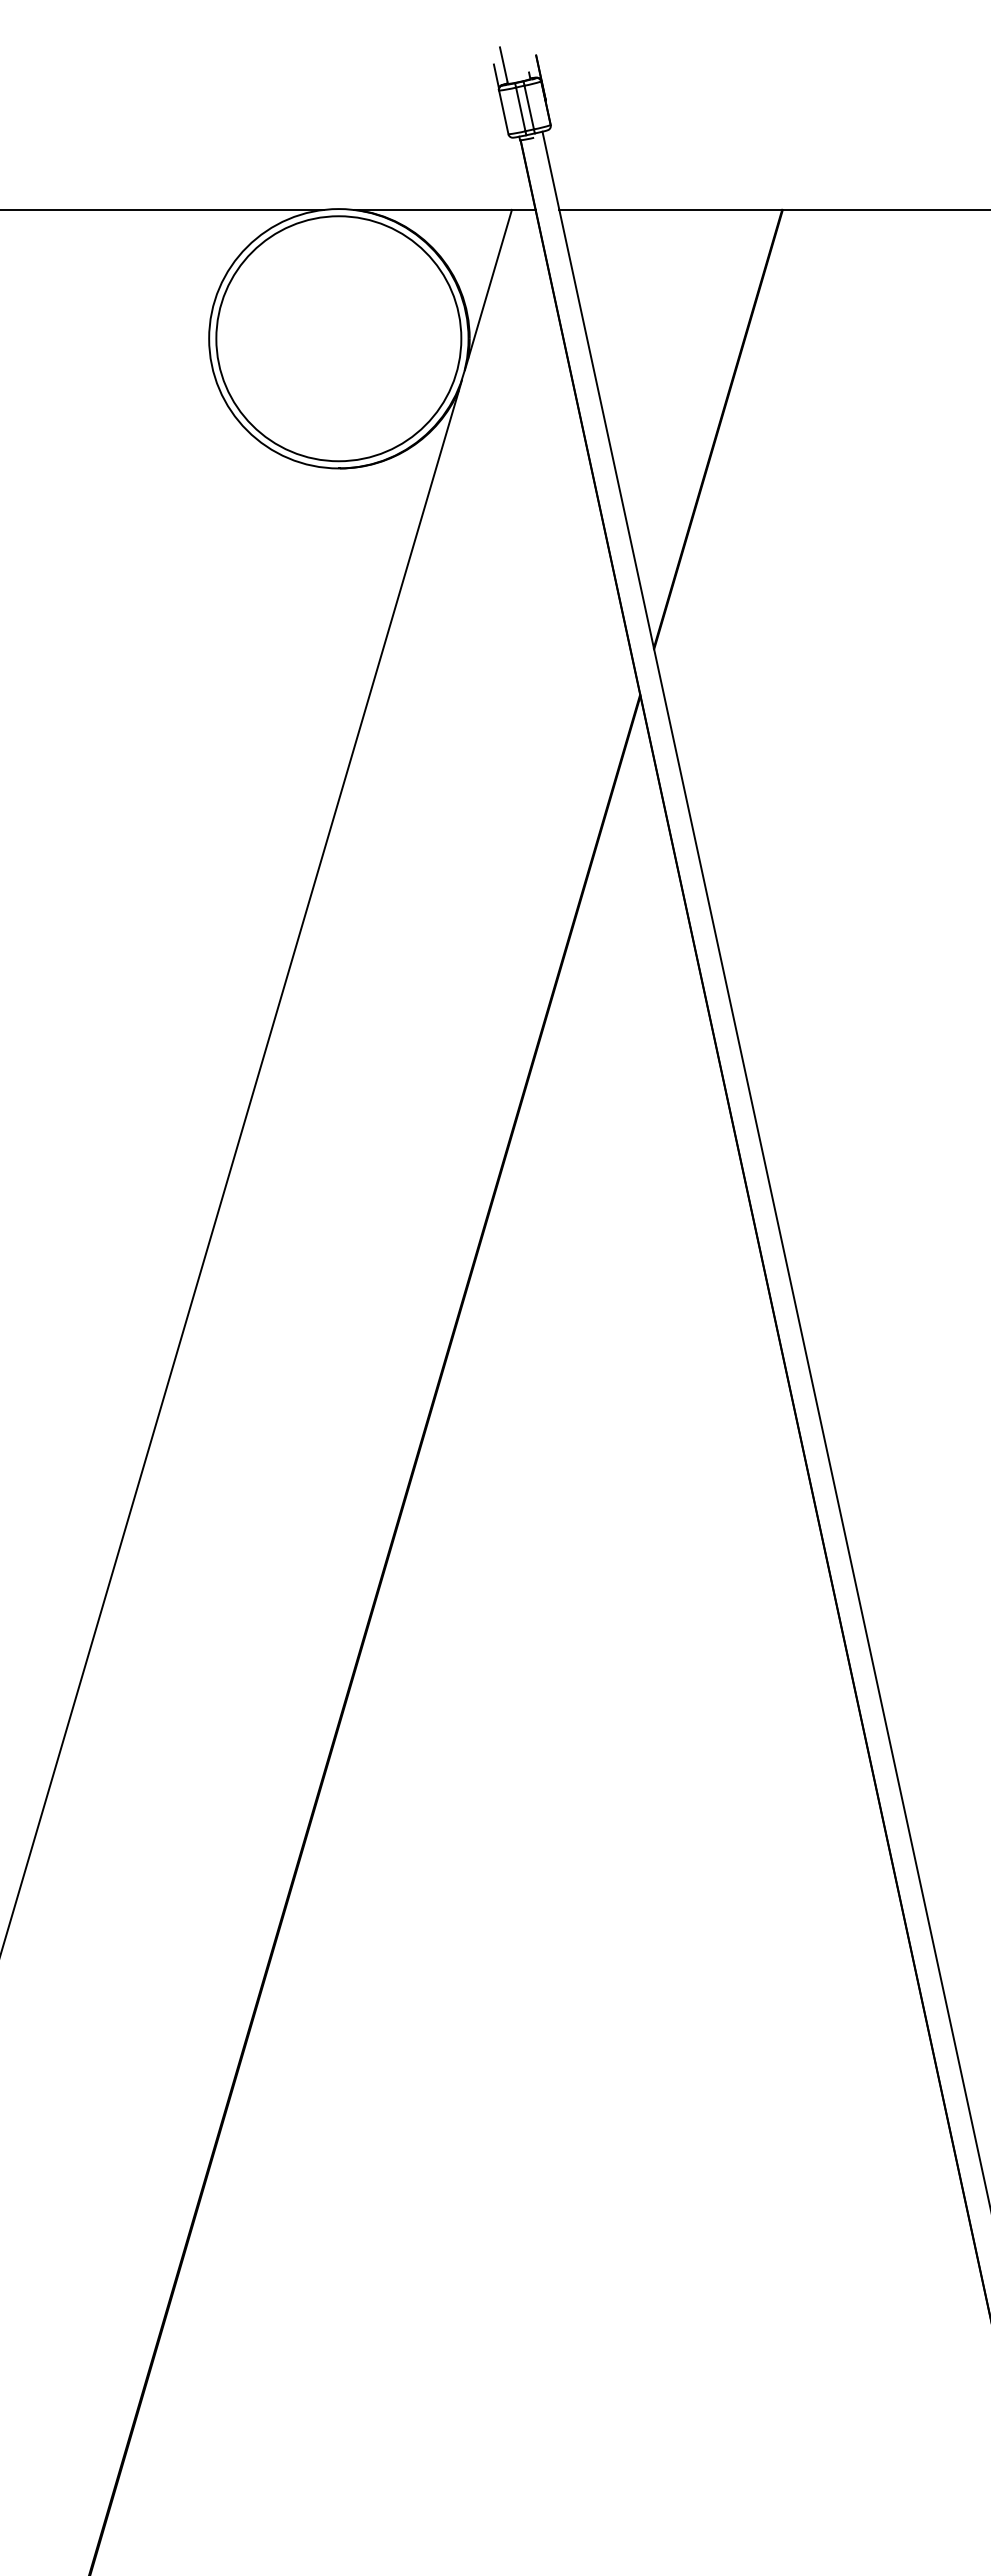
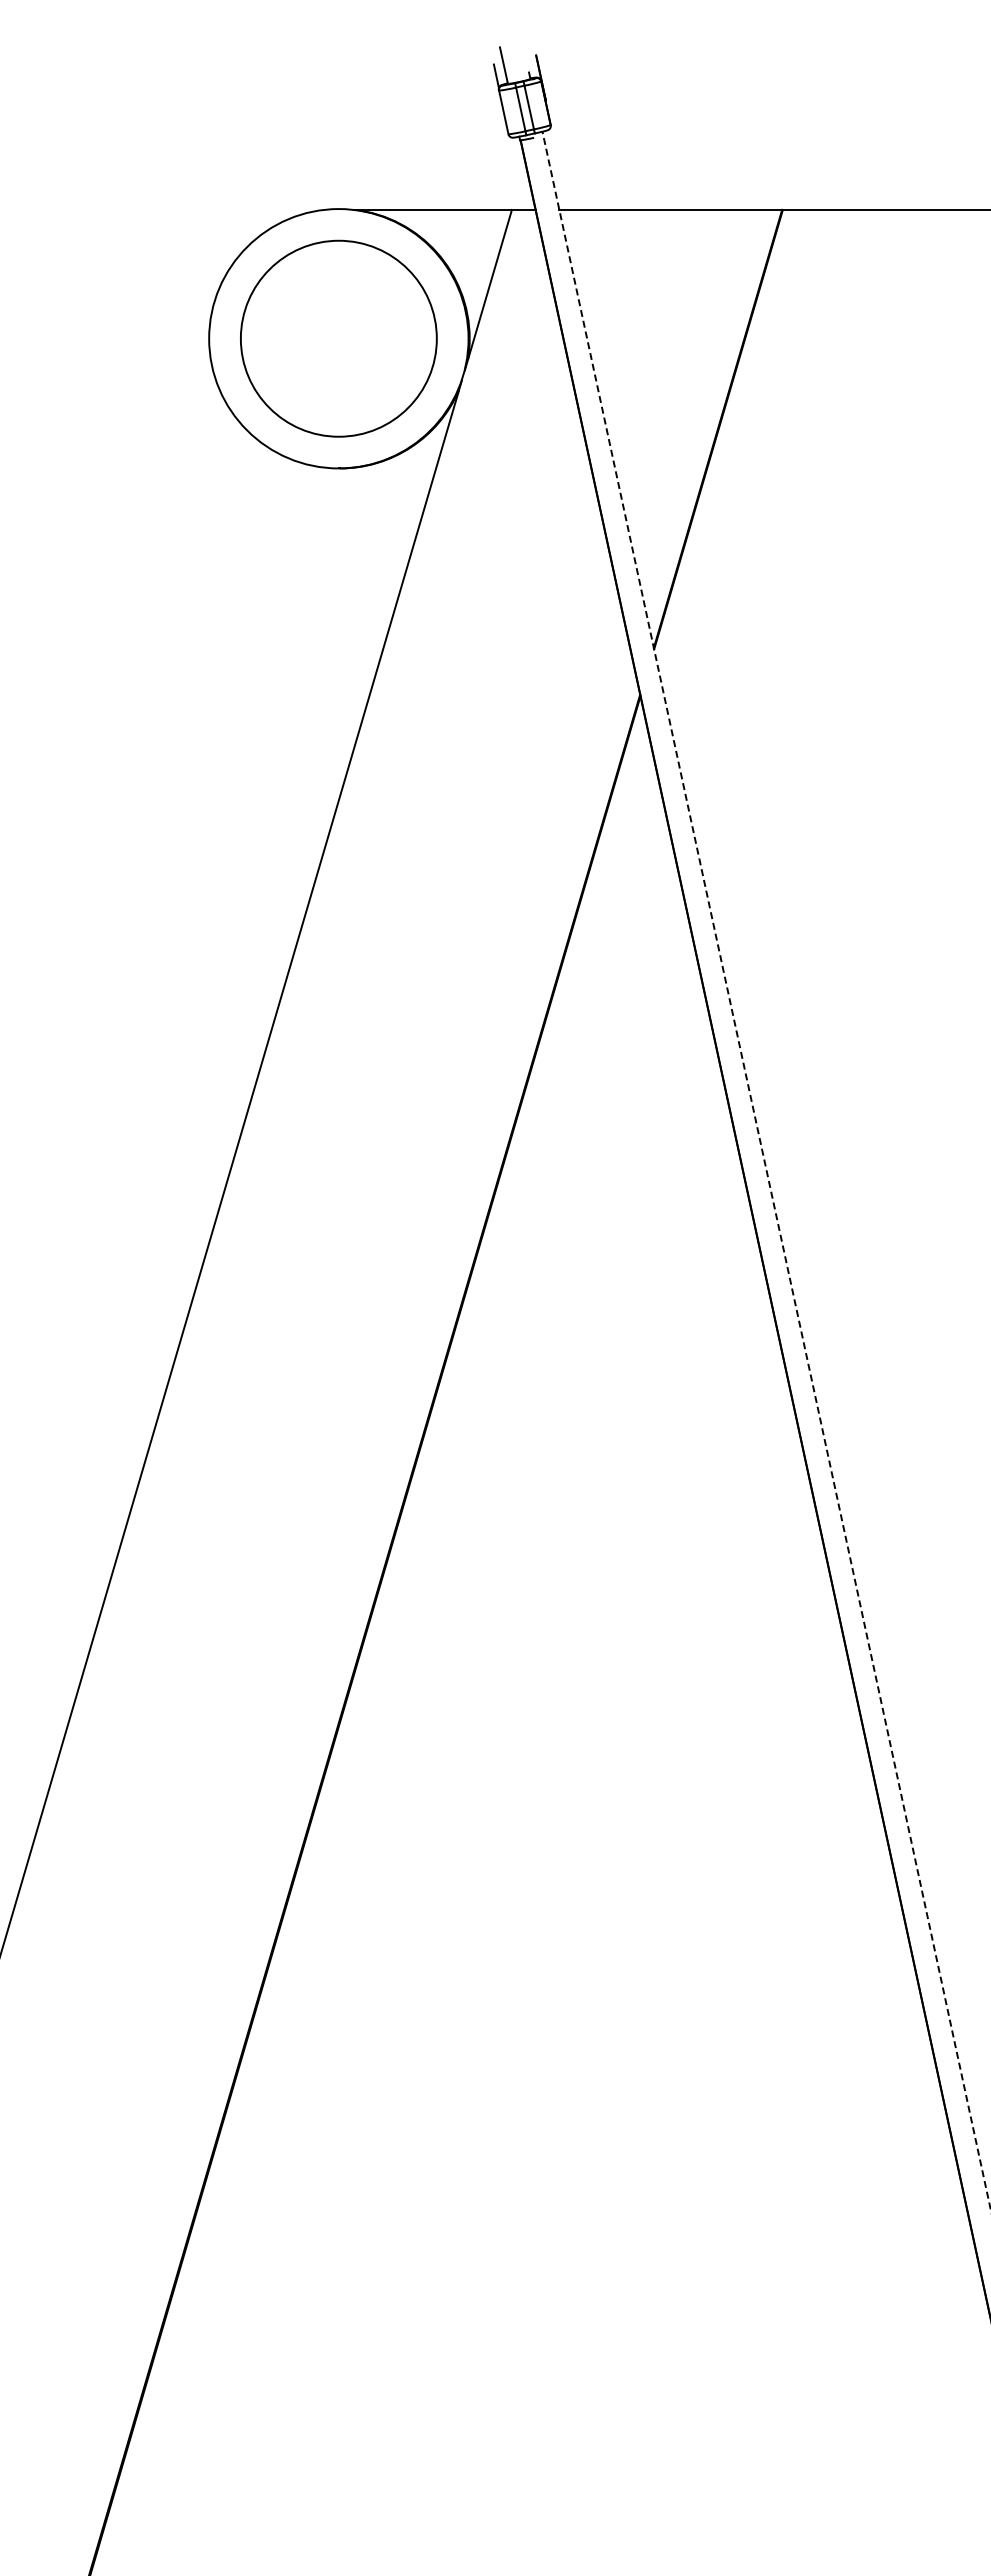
line at (163, 209): present -> none
circle at (338, 338) diameter: 245 px -> 196 px
line at (766, 1170): solid -> dashed
